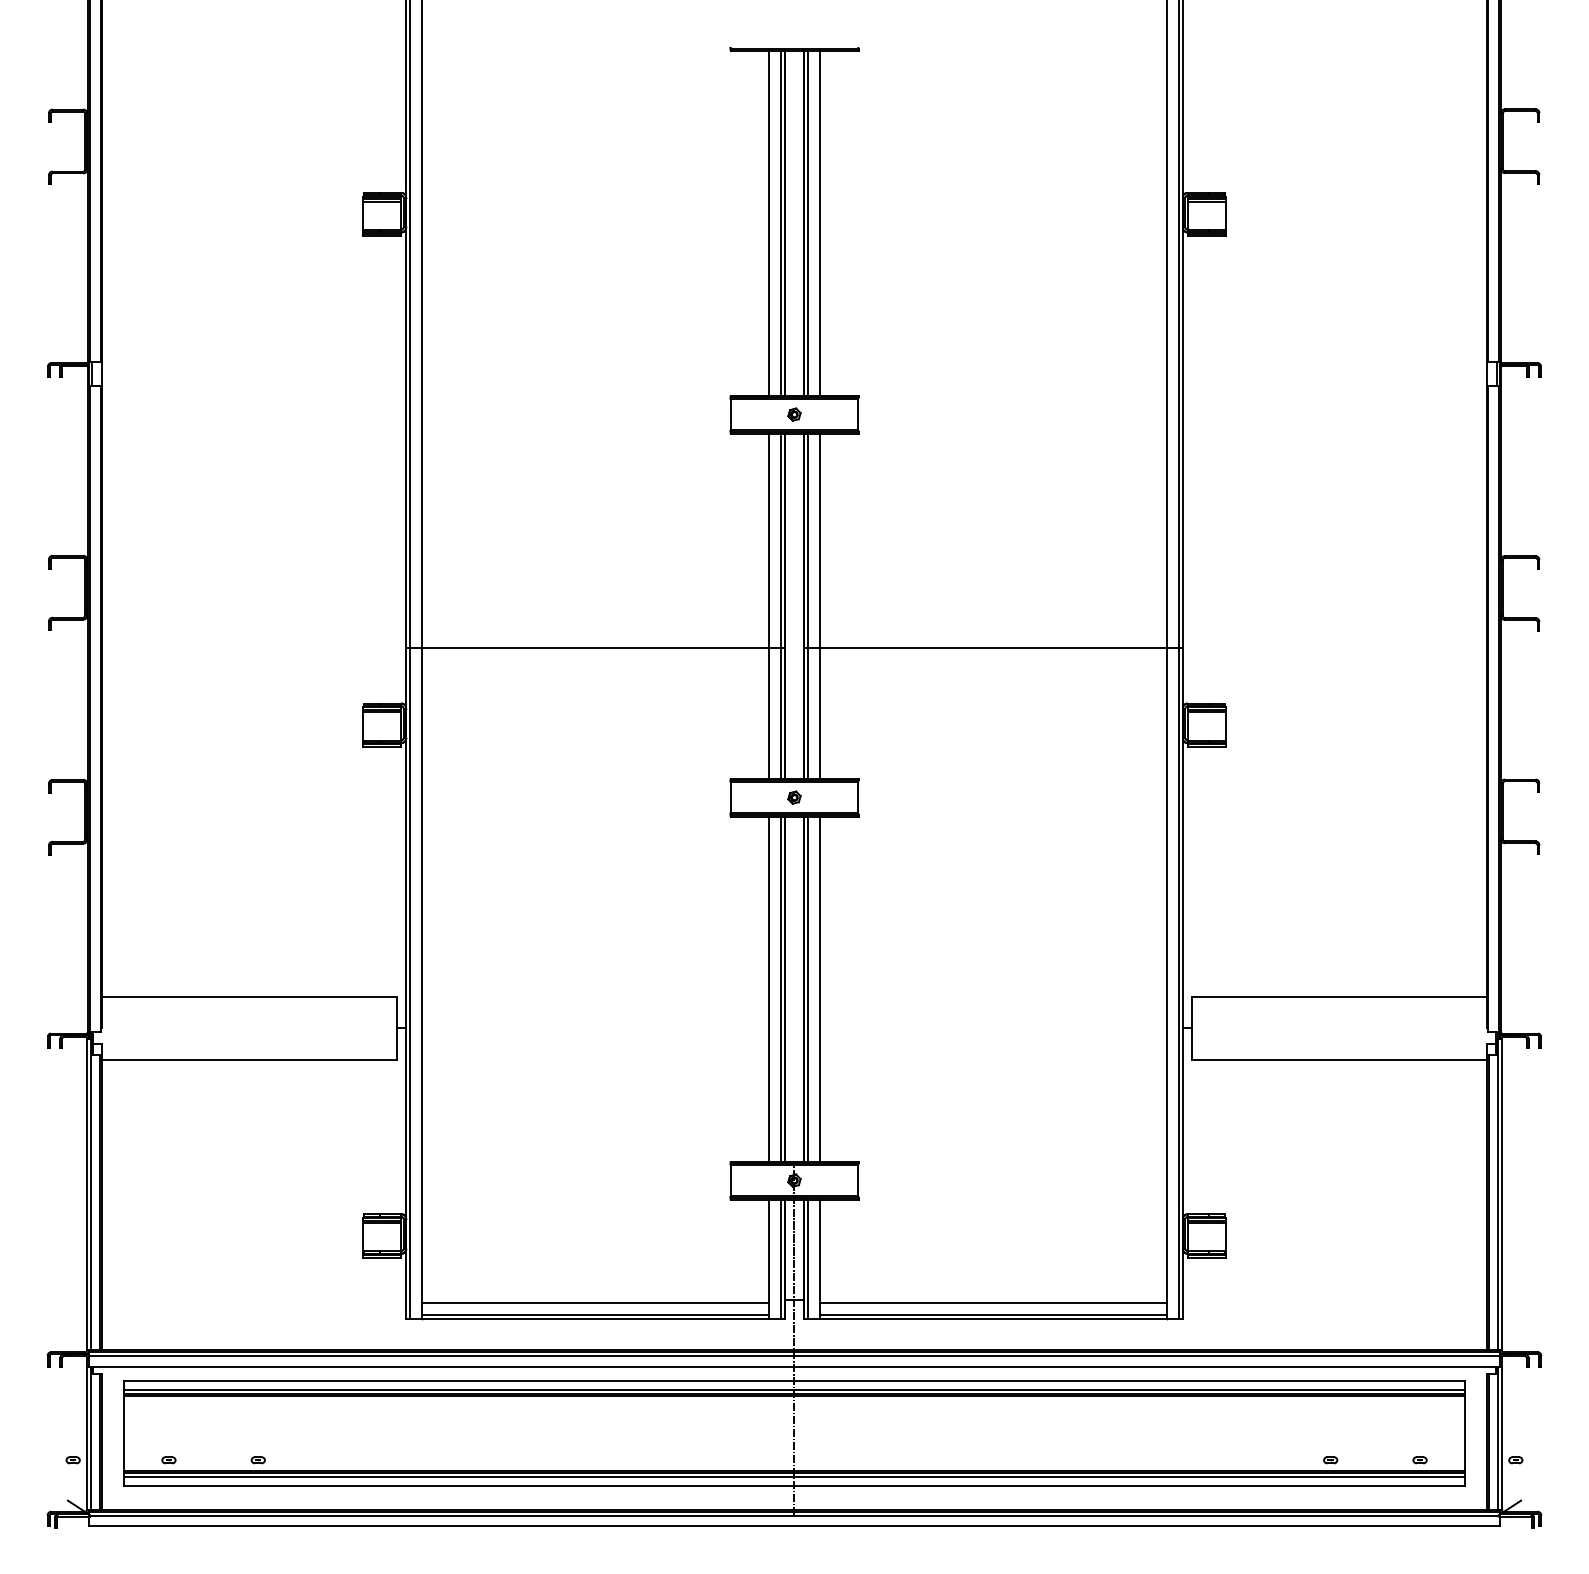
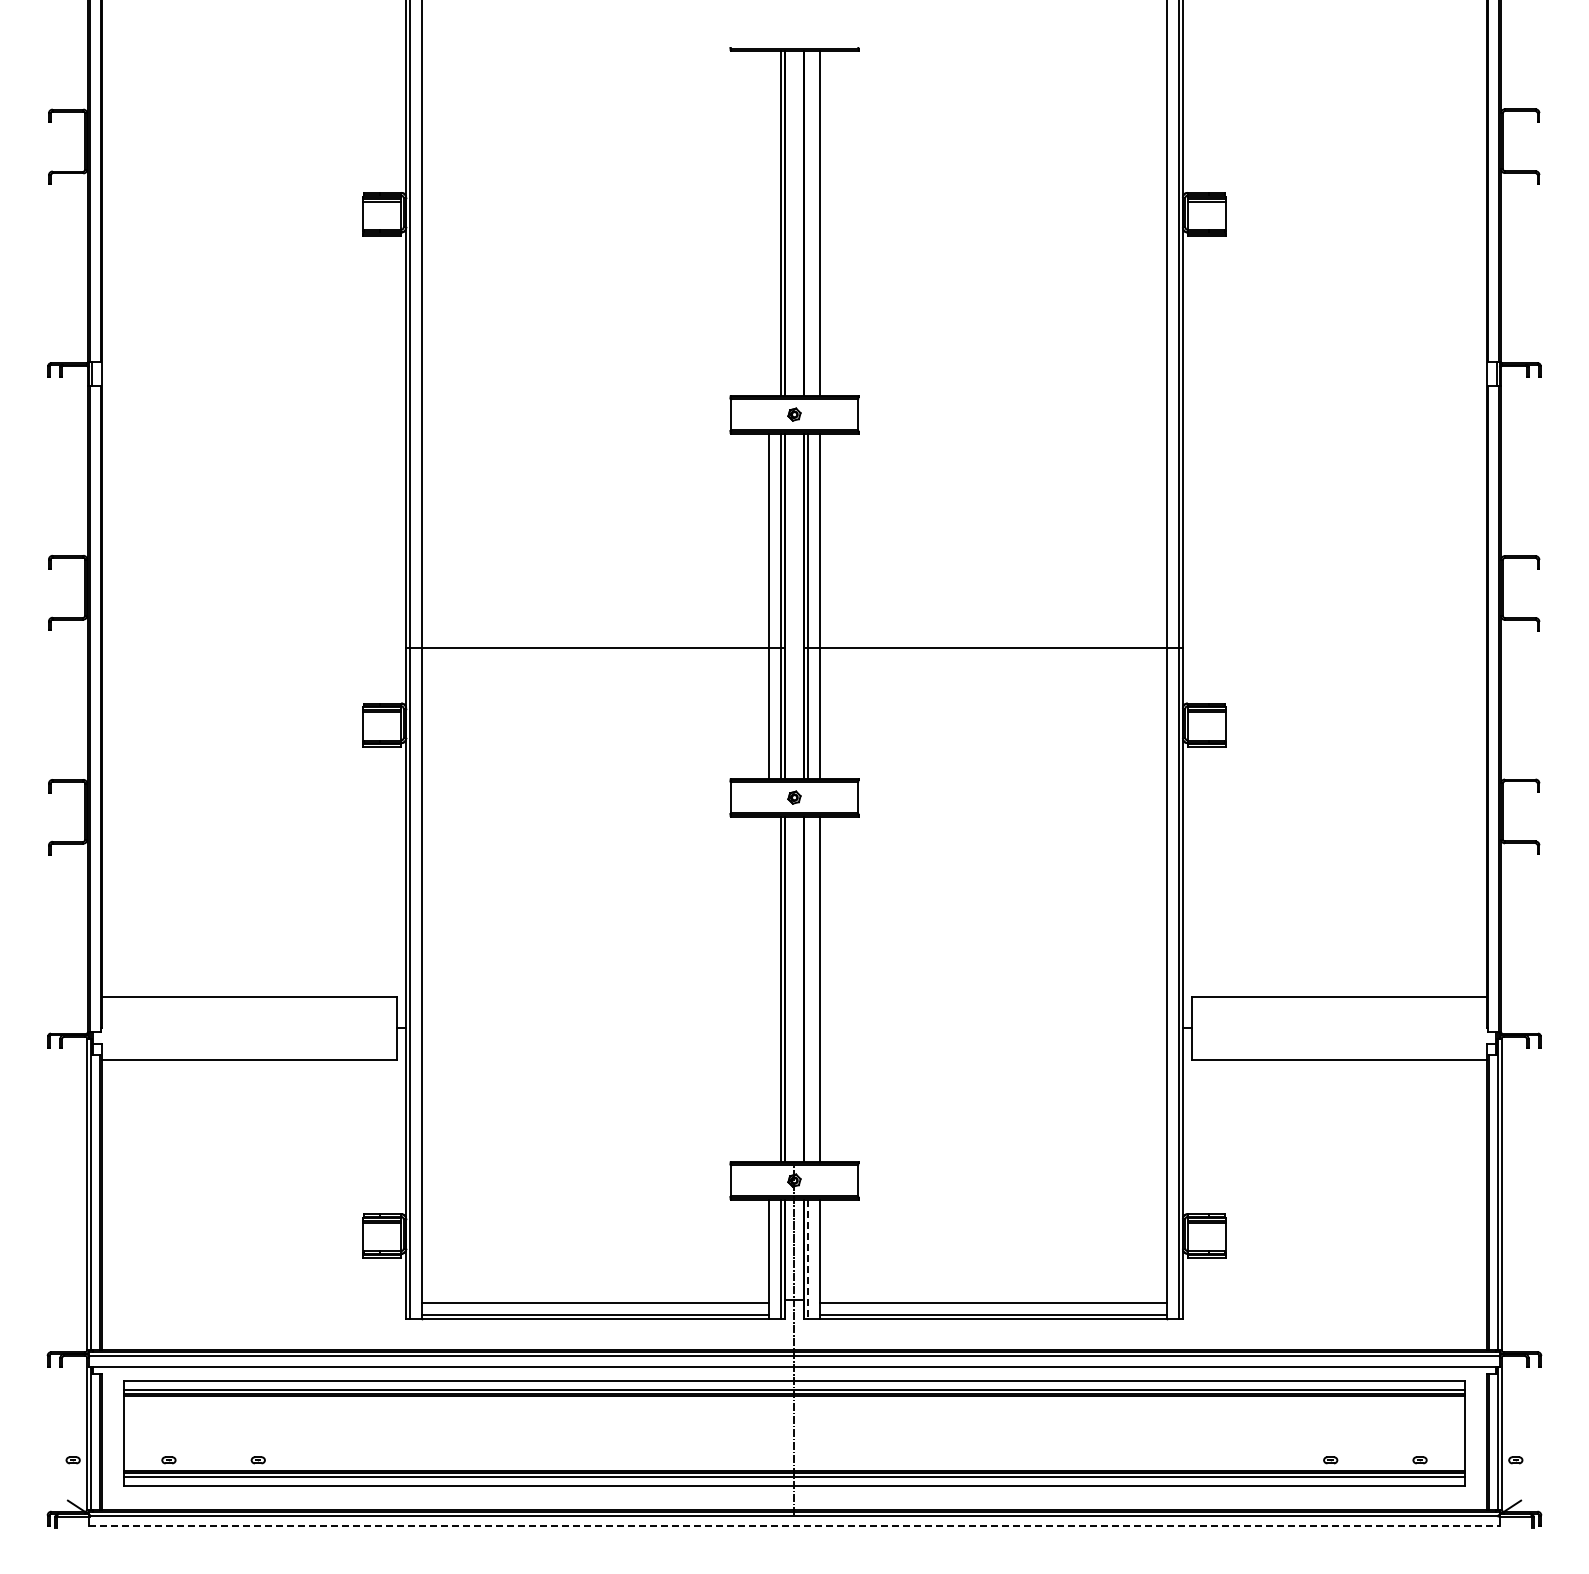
line at (768, 222): present -> none
line at (808, 222): present -> none
line at (768, 988): present -> none
line at (808, 988): present -> none
line at (808, 1259): solid -> dashed
line at (794, 1526): solid -> dashed
